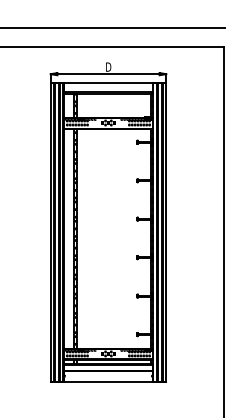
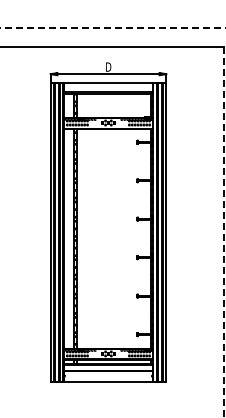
line at (113, 28): solid -> dashed
line at (224, 232): solid -> dashed
